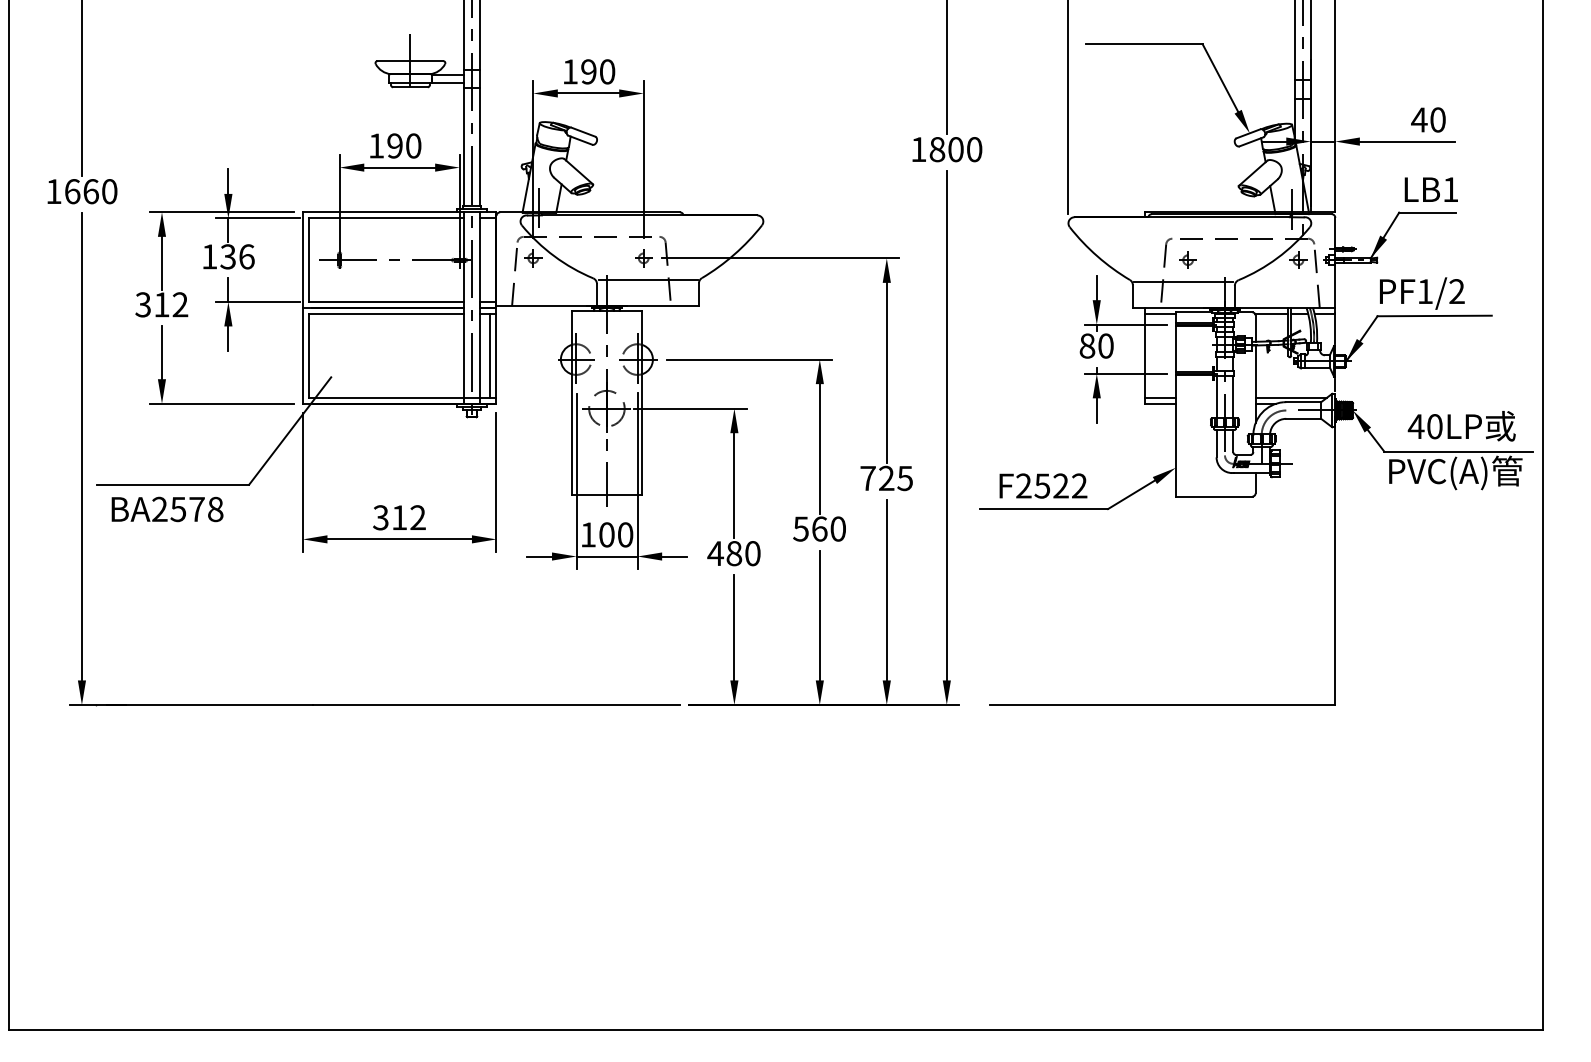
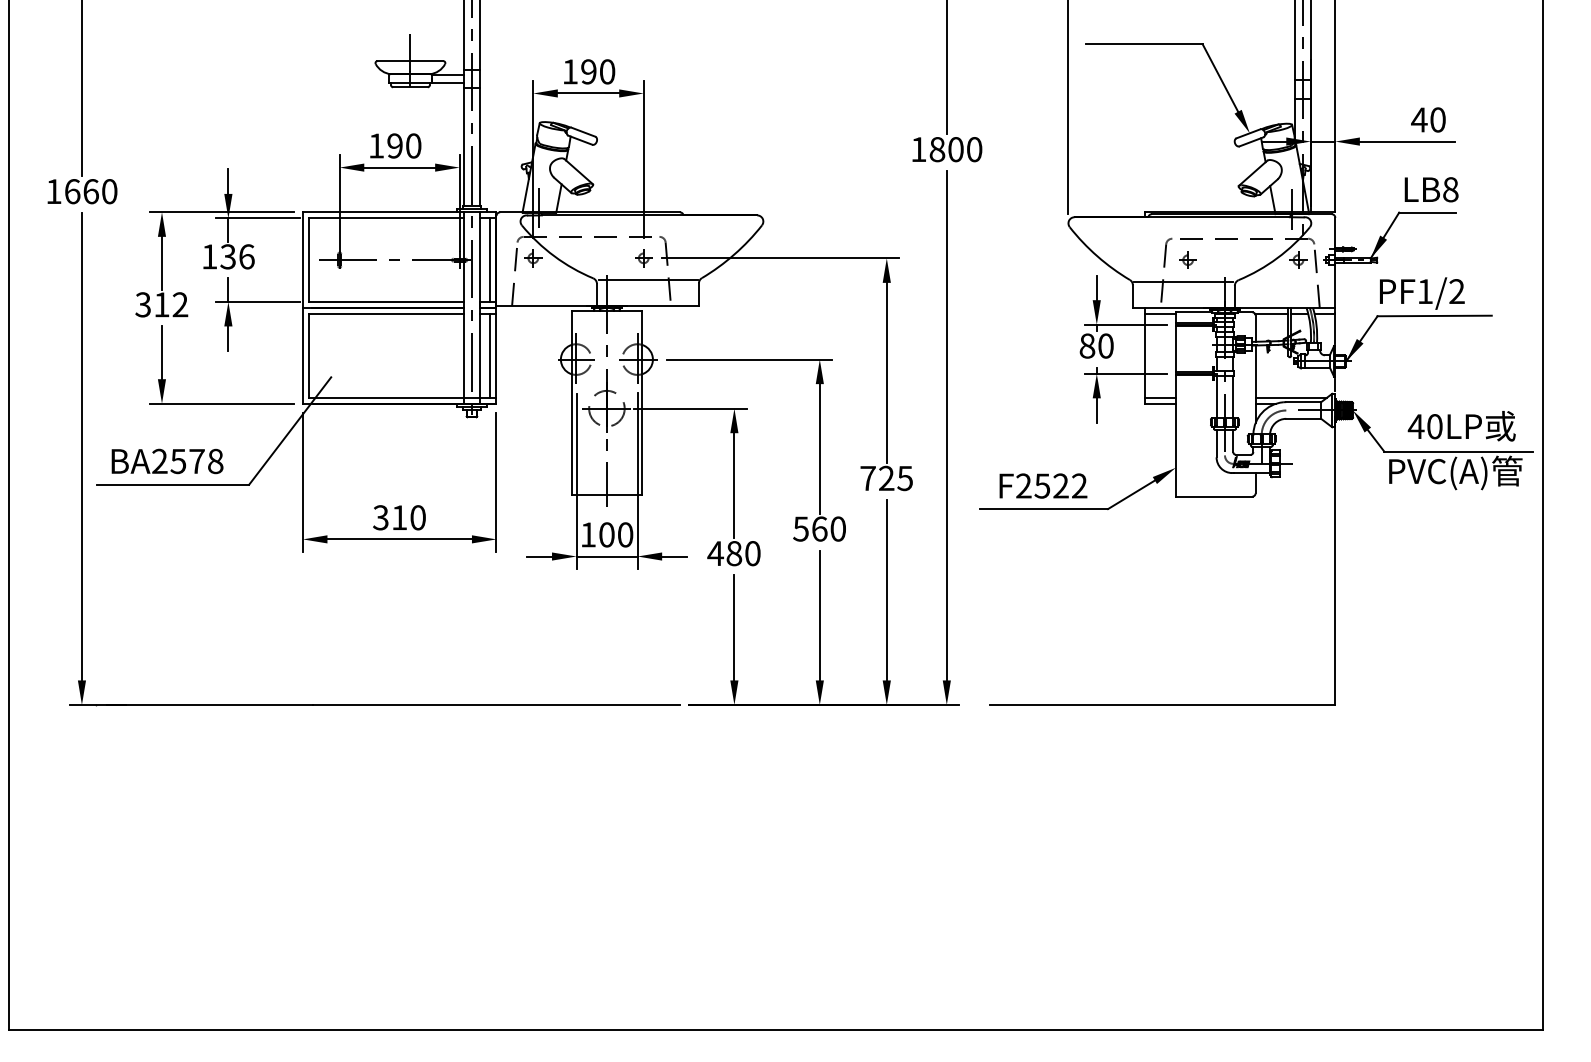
text at (1450, 189): LB1 -> LB8
line at (490, 259): none -> present
text at (167, 509) position: (167, 509) -> (167, 461)
text at (417, 517): 312 -> 310
